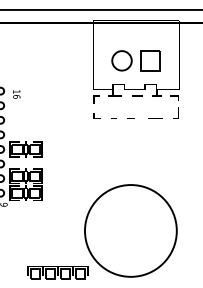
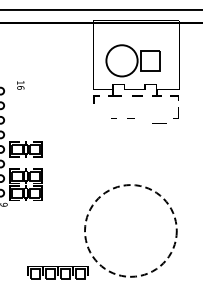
circle at (121, 60) diameter: 20 px -> 31 px
text at (16, 94) position: (16, 94) -> (20, 85)
line at (94, 115): present -> none
line at (155, 118) position: (155, 118) -> (159, 123)
circle at (130, 230): solid -> dashed
